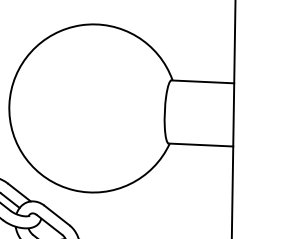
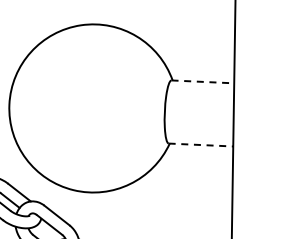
line at (203, 81): solid -> dashed
line at (201, 145): solid -> dashed
